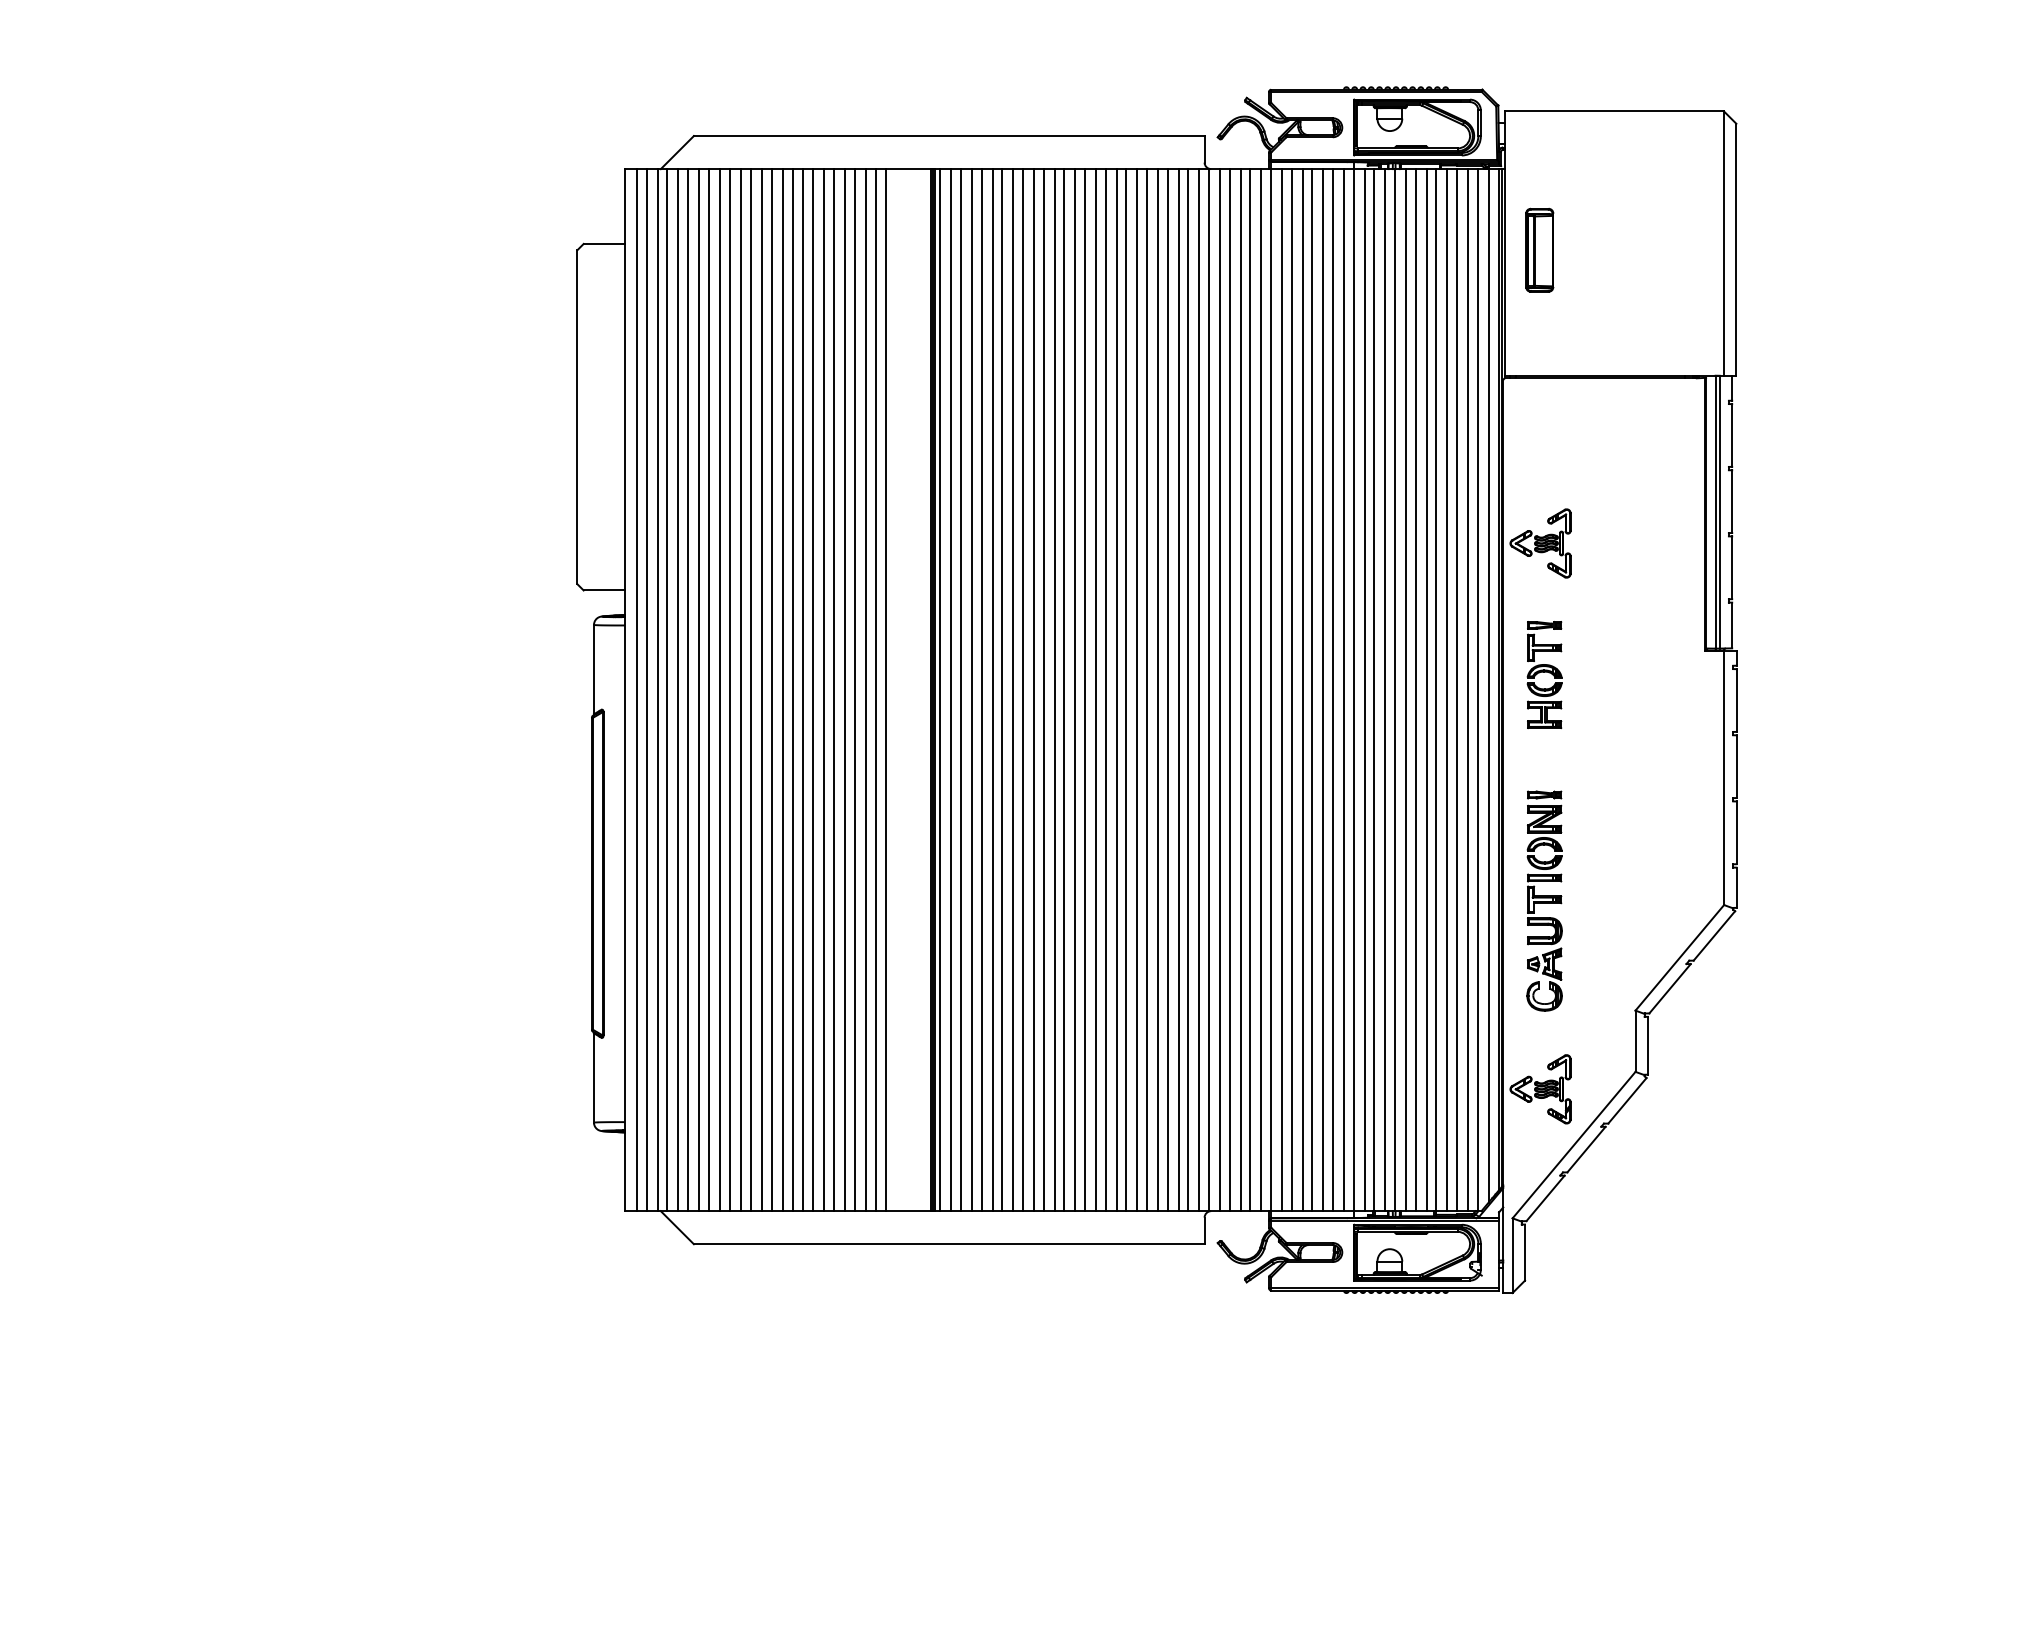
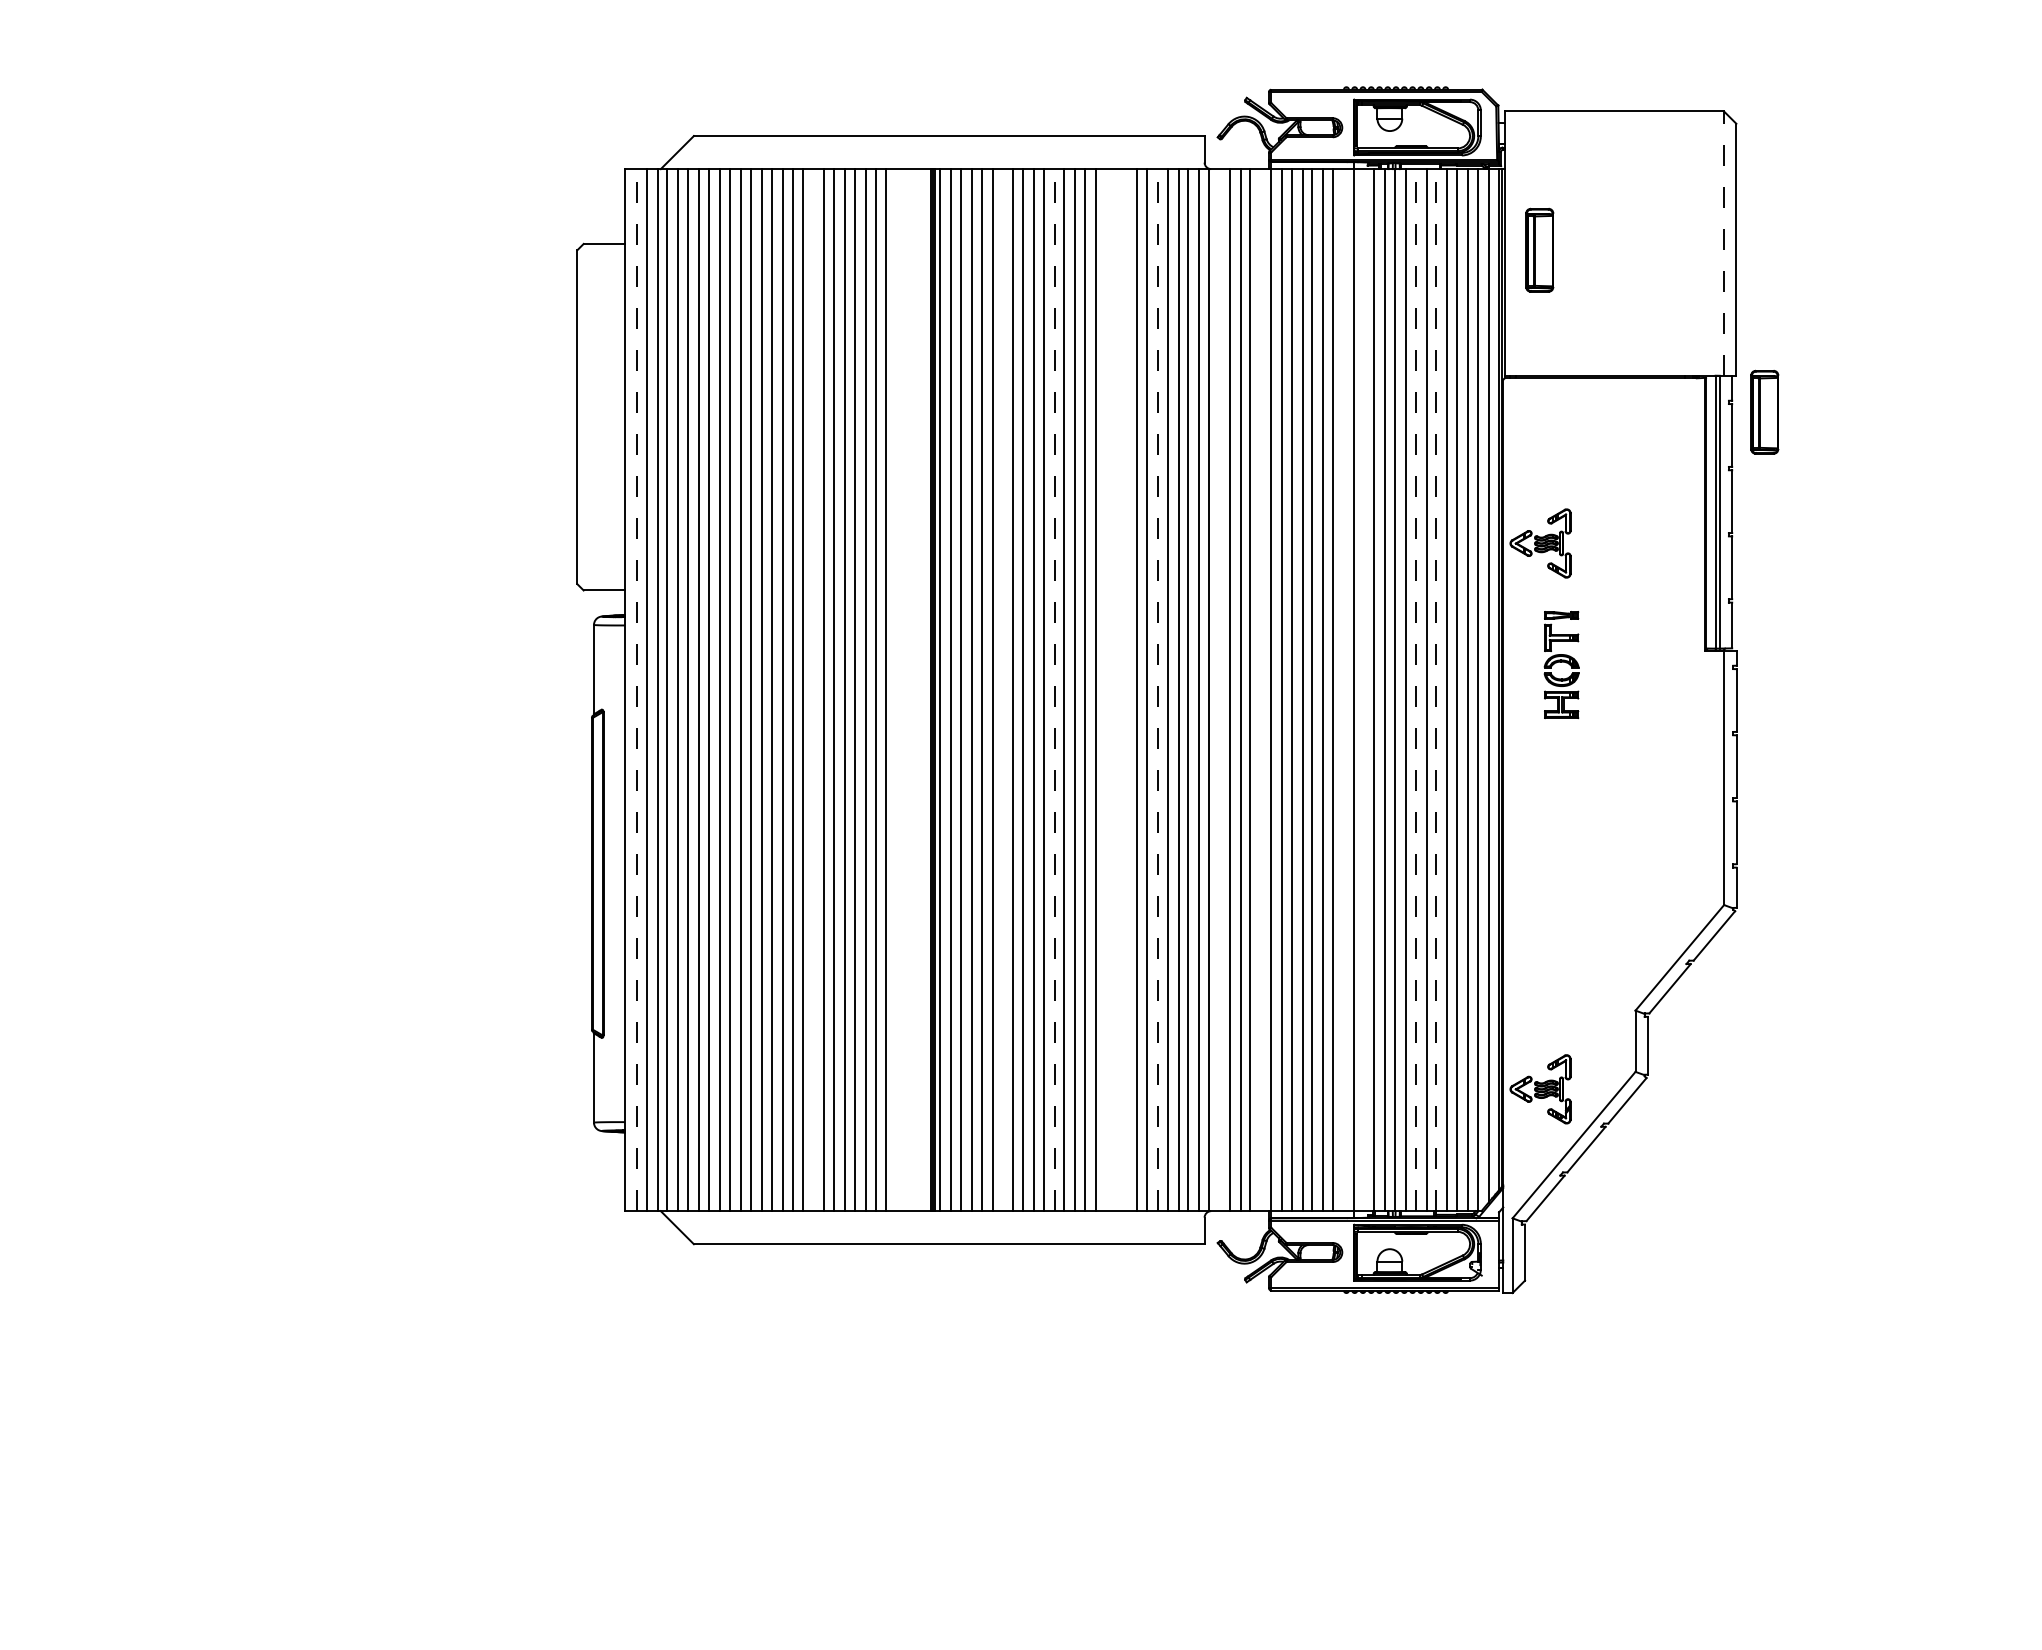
line at (1723, 243): solid -> dashed
part at (1764, 411): none -> present
part at (1544, 675) position: (1544, 675) -> (1561, 665)
line at (636, 689): solid -> dashed
line at (1054, 689): solid -> dashed
line at (1157, 689): solid -> dashed
line at (1415, 689): solid -> dashed
line at (1436, 689): solid -> dashed
line at (813, 690): present -> none
line at (1002, 690): present -> none
line at (1105, 690): present -> none
line at (1116, 690): present -> none
line at (1126, 690): present -> none
line at (1219, 690): present -> none
line at (1261, 690): present -> none
line at (1343, 690): present -> none
line at (1364, 690): present -> none
part at (1544, 900): present -> none
